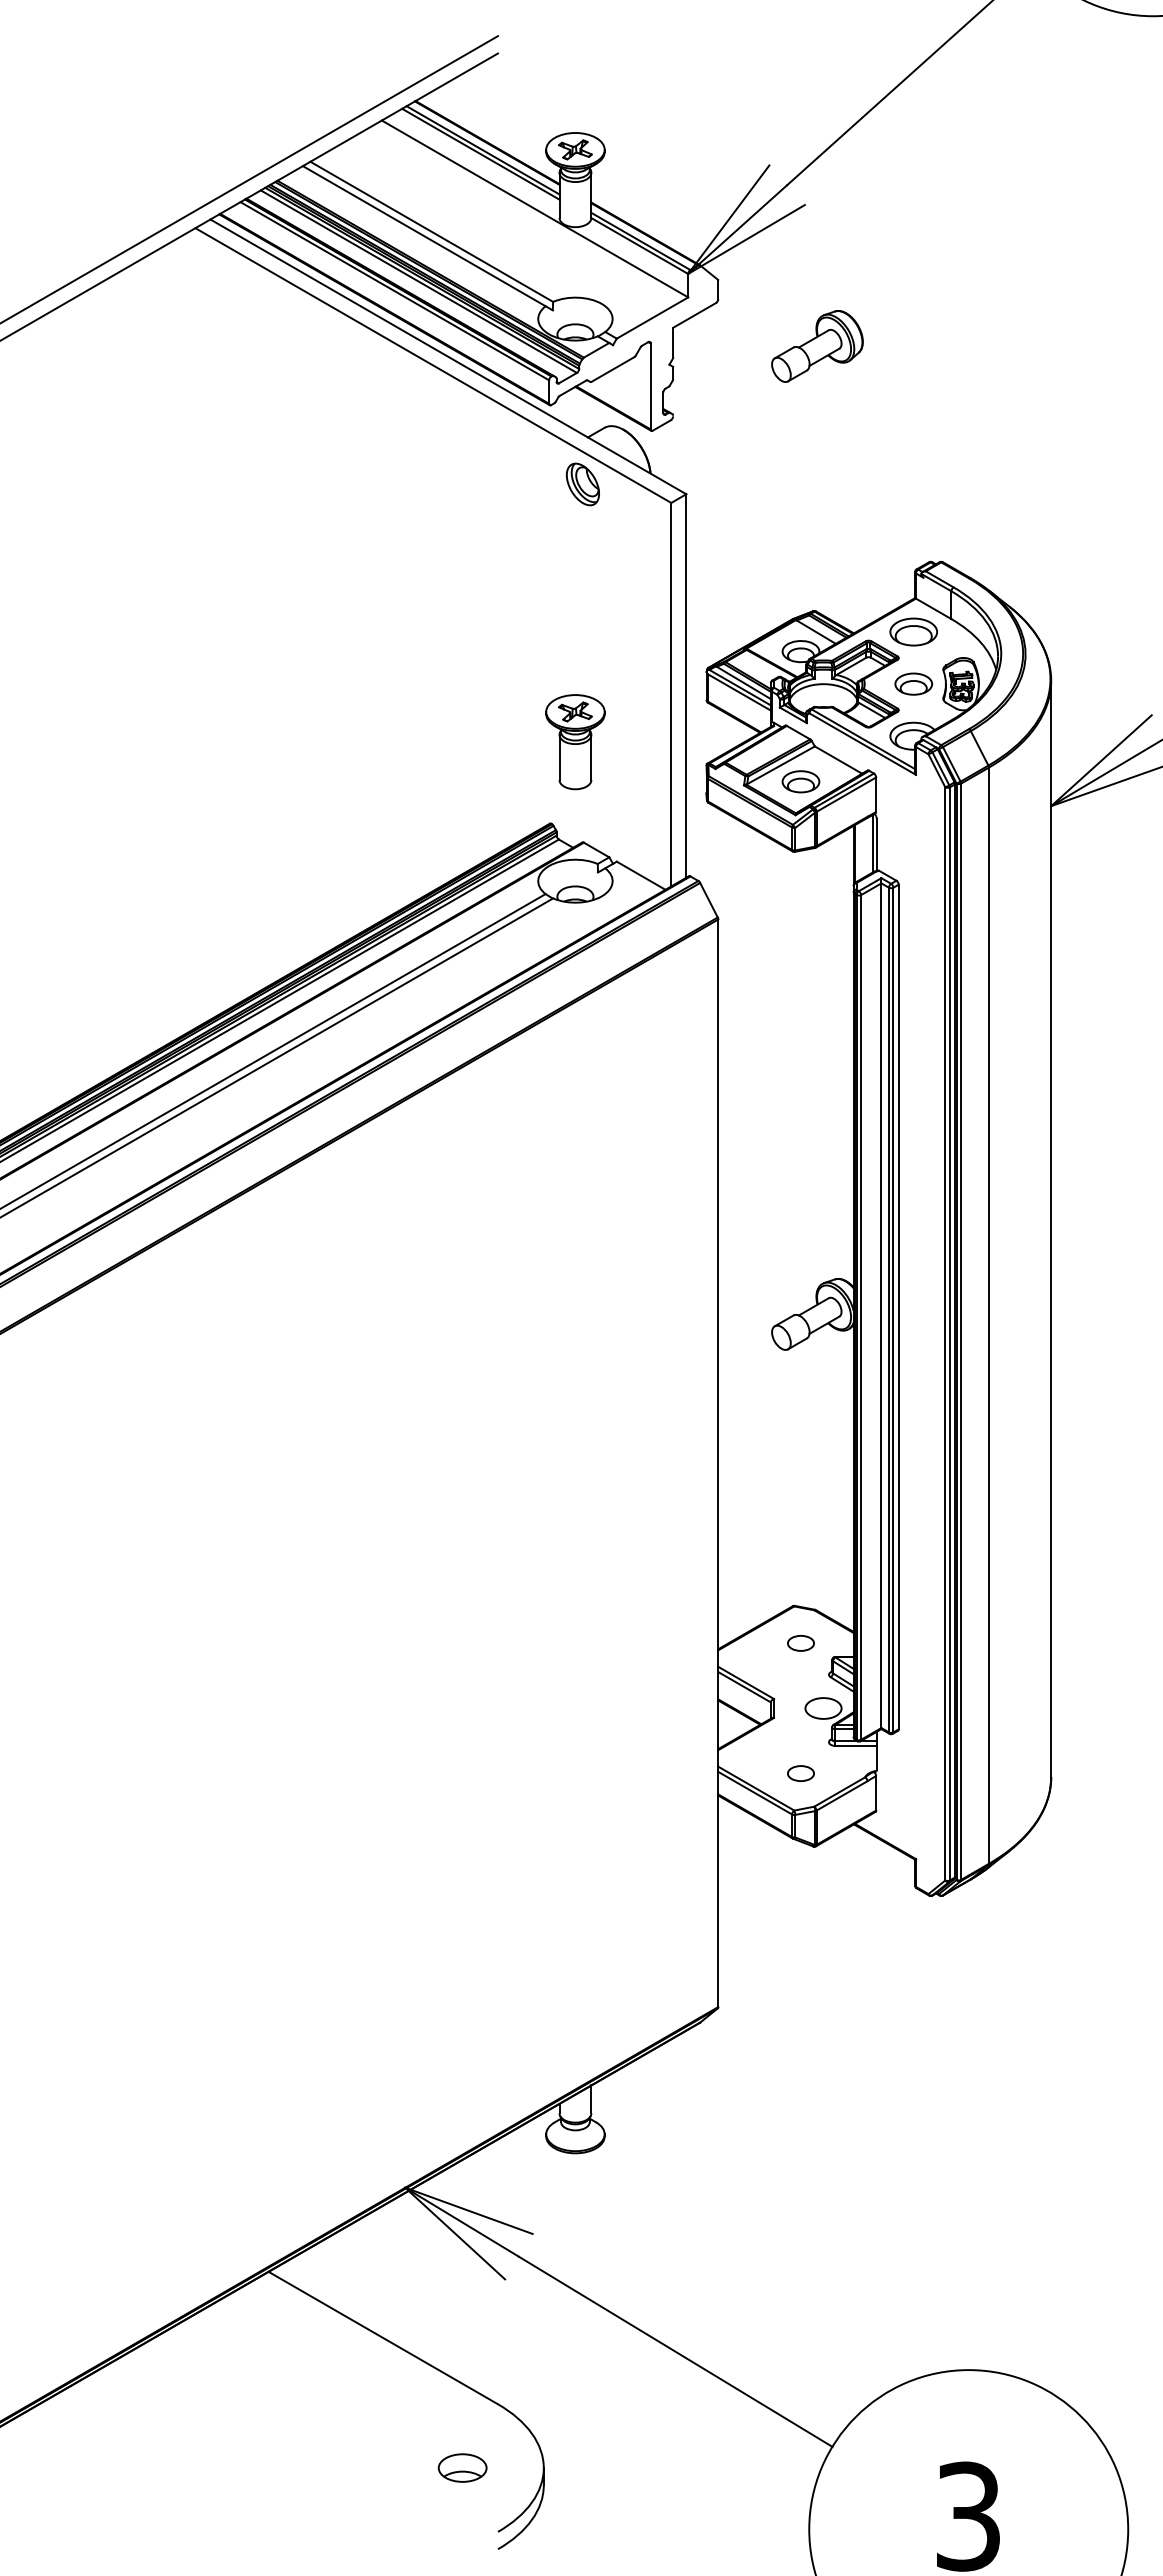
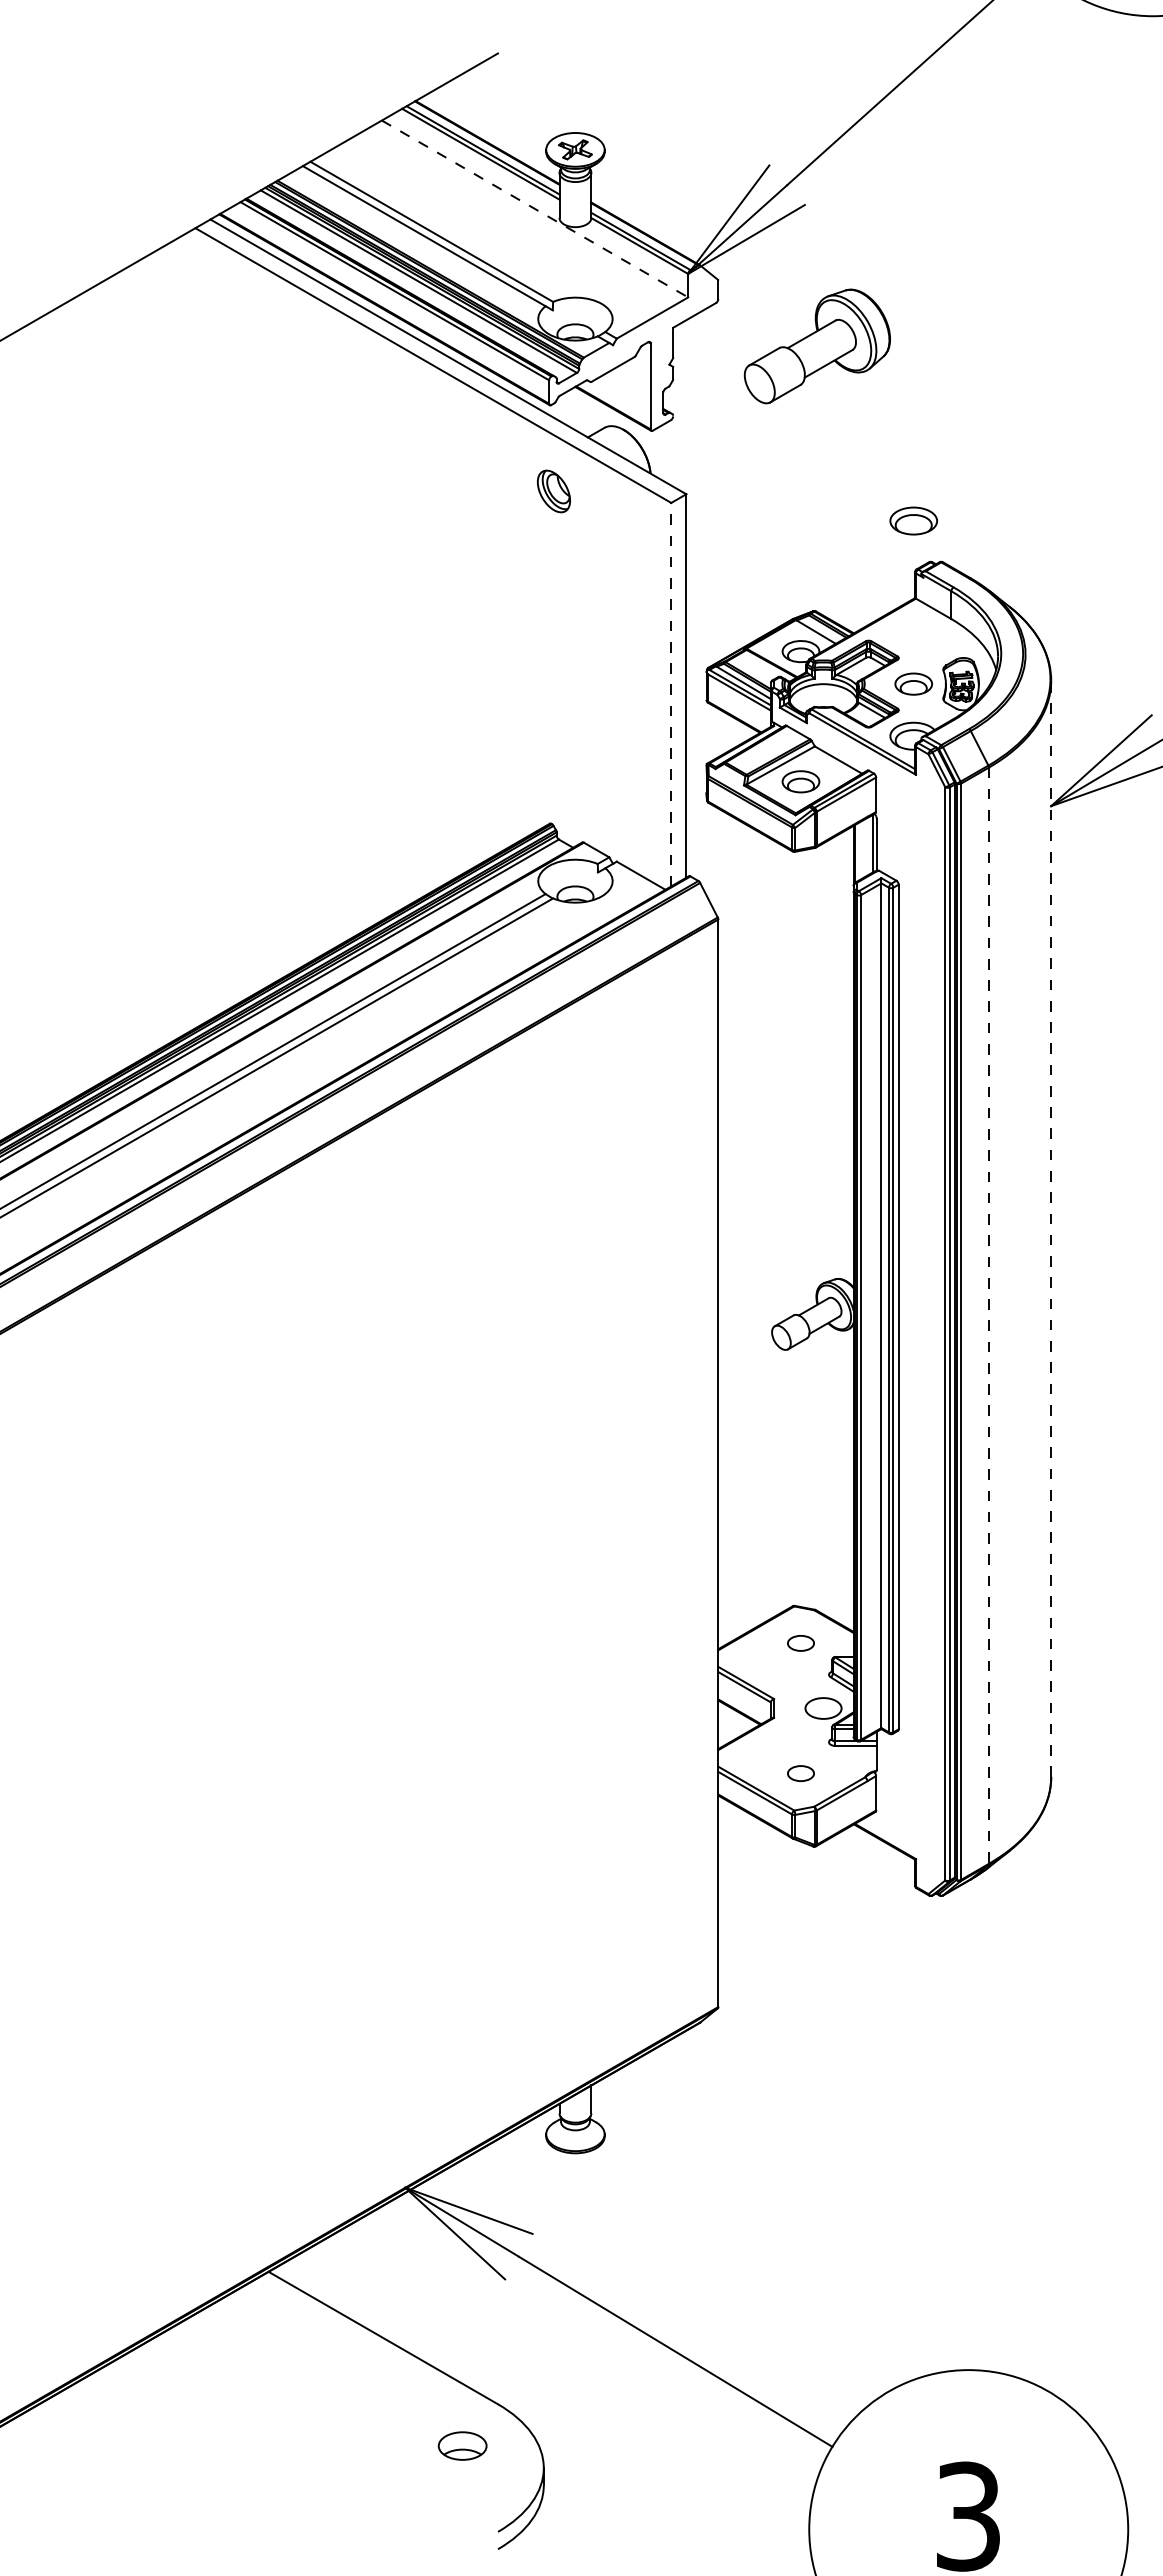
line at (250, 179): present -> none
line at (535, 208): solid -> dashed
part at (817, 346) size: 93x73 px -> 148x117 px
part at (582, 484) position: (582, 484) -> (553, 491)
part at (913, 631) position: (913, 631) -> (913, 520)
line at (671, 694): solid -> dashed
part at (575, 742): present -> none
line at (1051, 1228): solid -> dashed
line at (988, 1316): solid -> dashed
part at (462, 2467) position: (462, 2467) -> (462, 2445)
